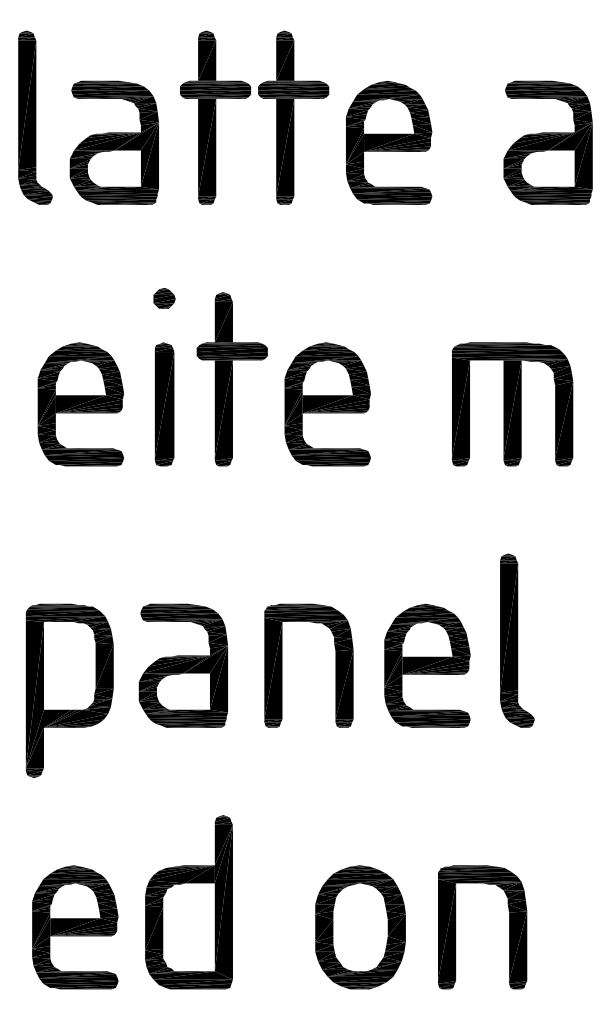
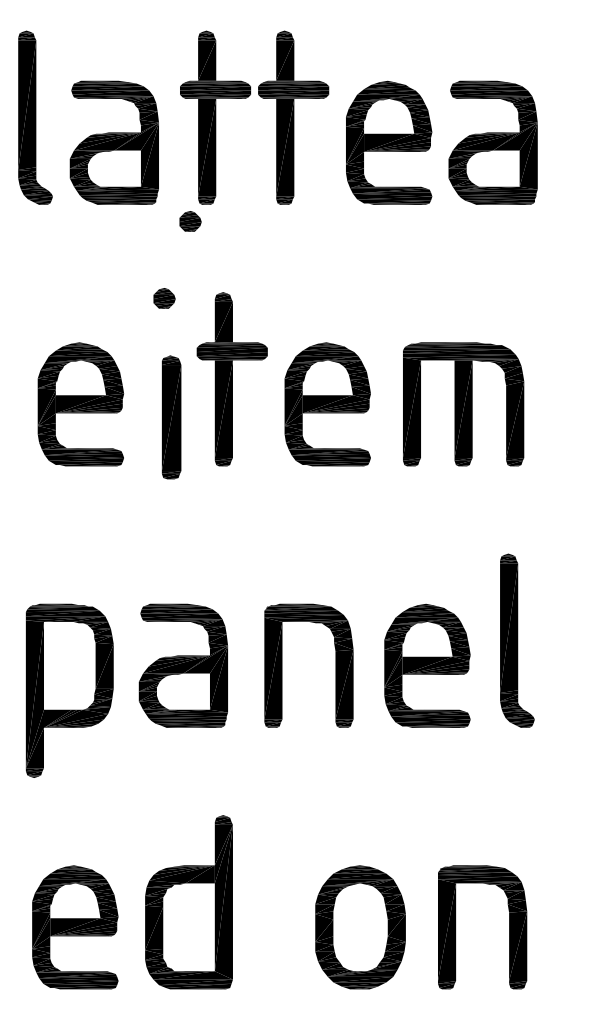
part at (547, 142) position: (547, 142) -> (492, 142)
part at (190, 221): none -> present
part at (164, 404) position: (164, 404) -> (171, 417)
part at (512, 404) position: (512, 404) -> (463, 404)
